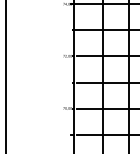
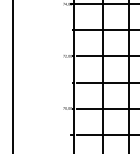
line at (5, 76) position: (5, 76) -> (12, 76)
